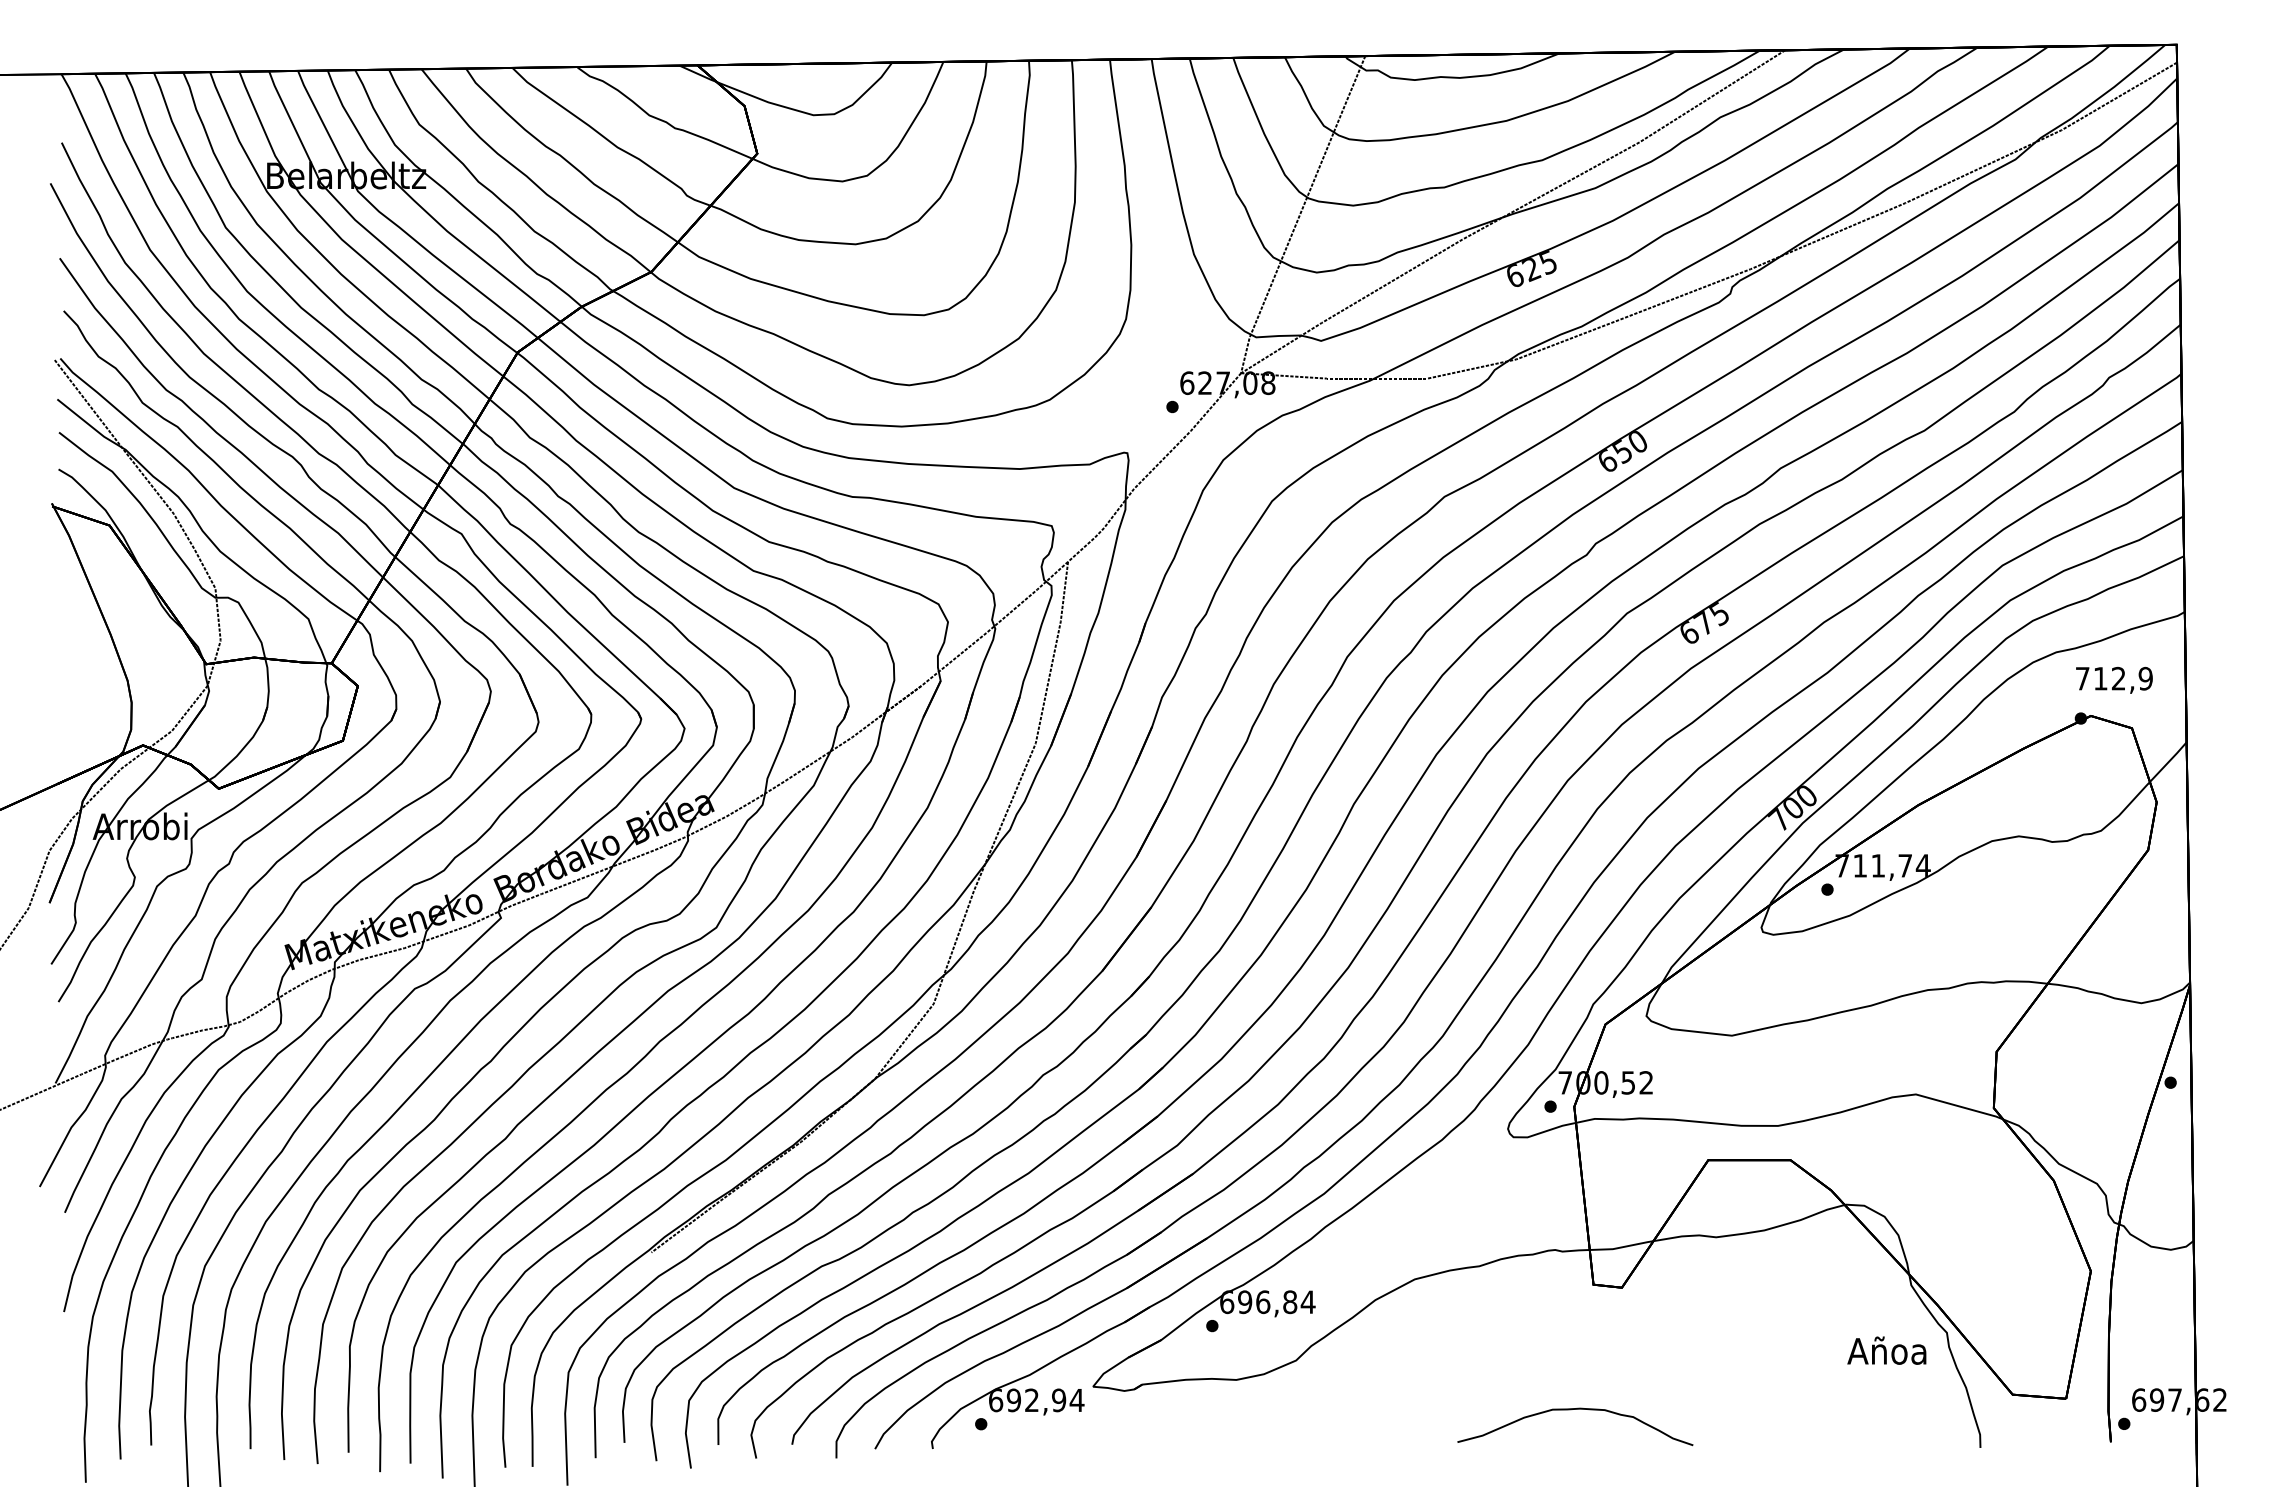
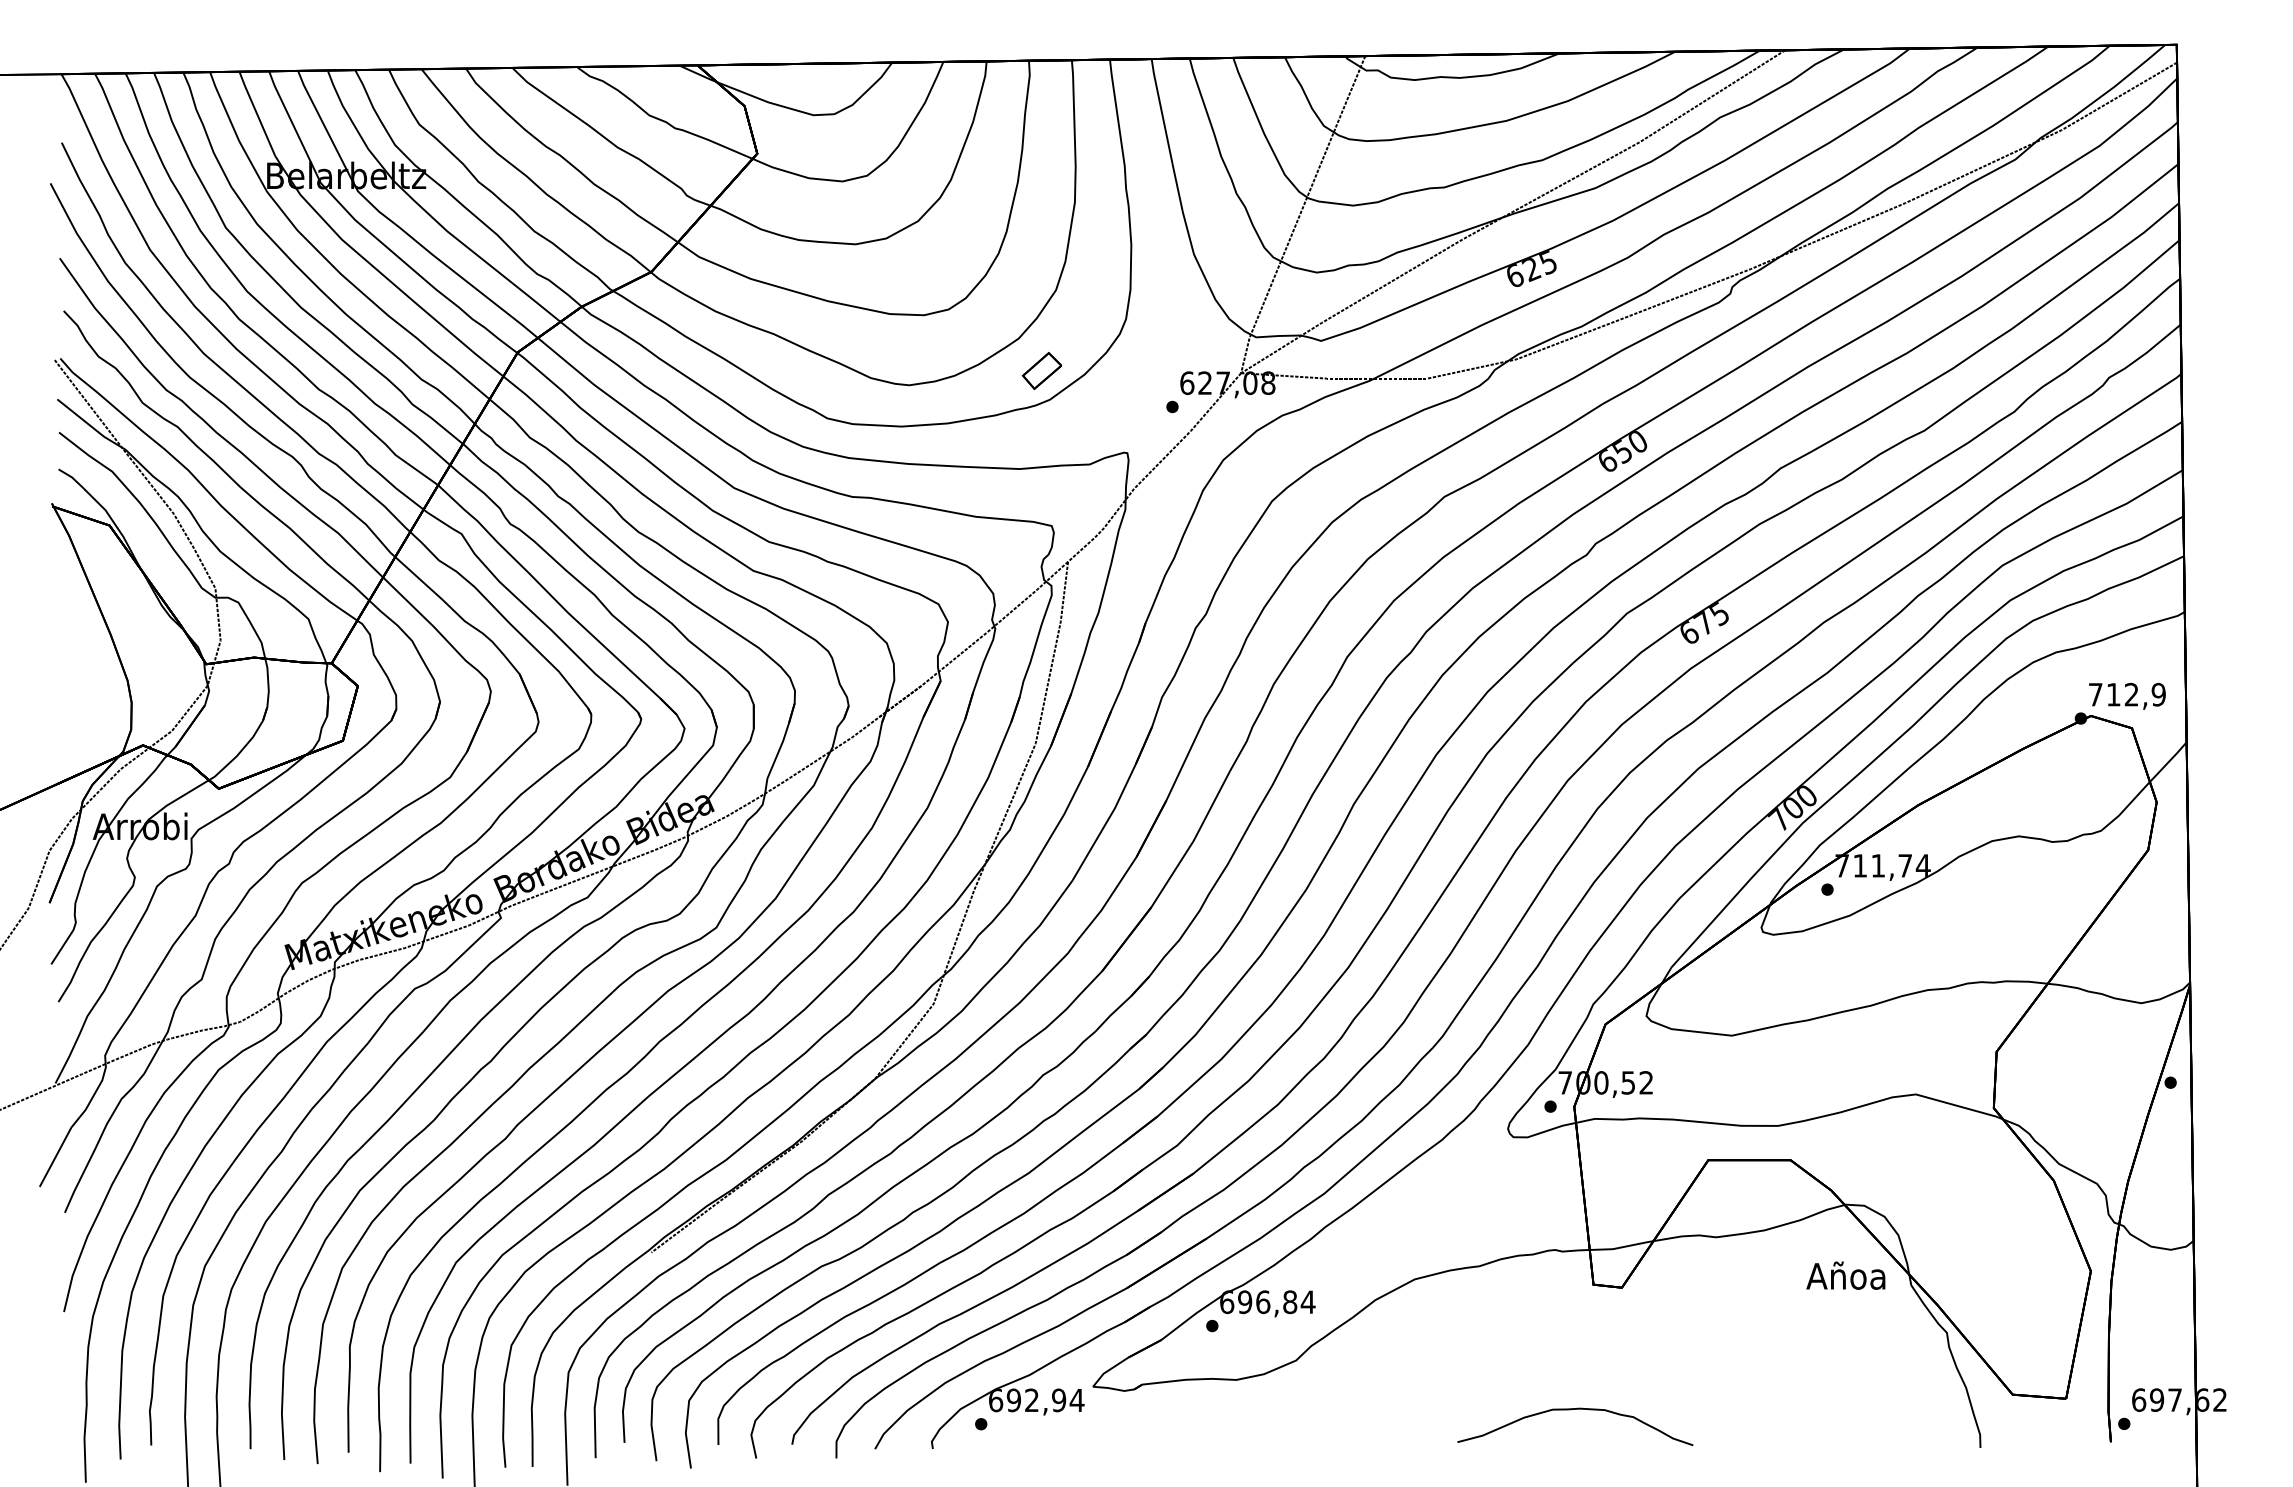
part at (1041, 371): none -> present
text at (2114, 679) position: (2114, 679) -> (2127, 695)
text at (1886, 1350) position: (1886, 1350) -> (1845, 1275)
